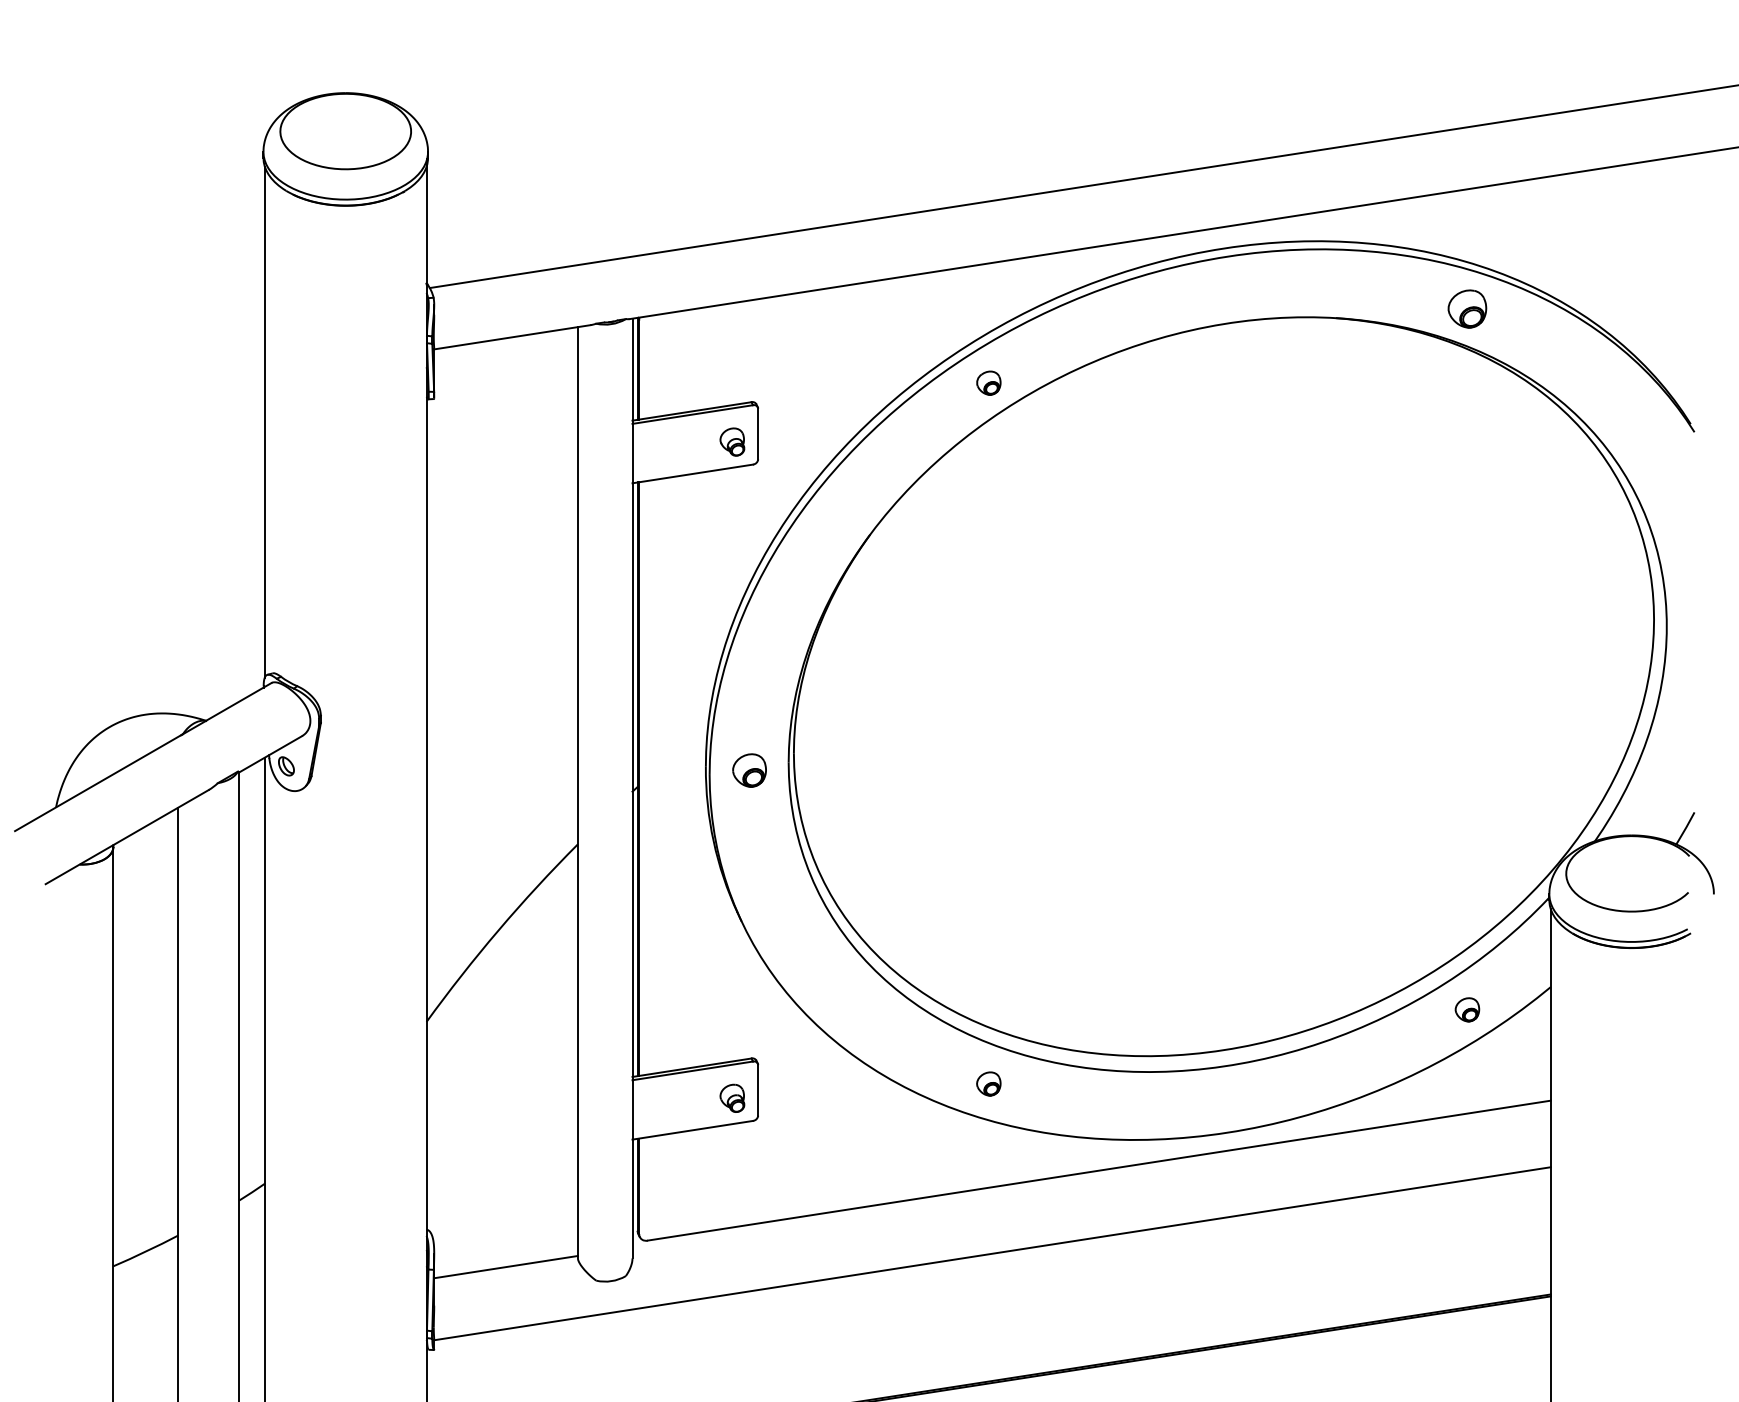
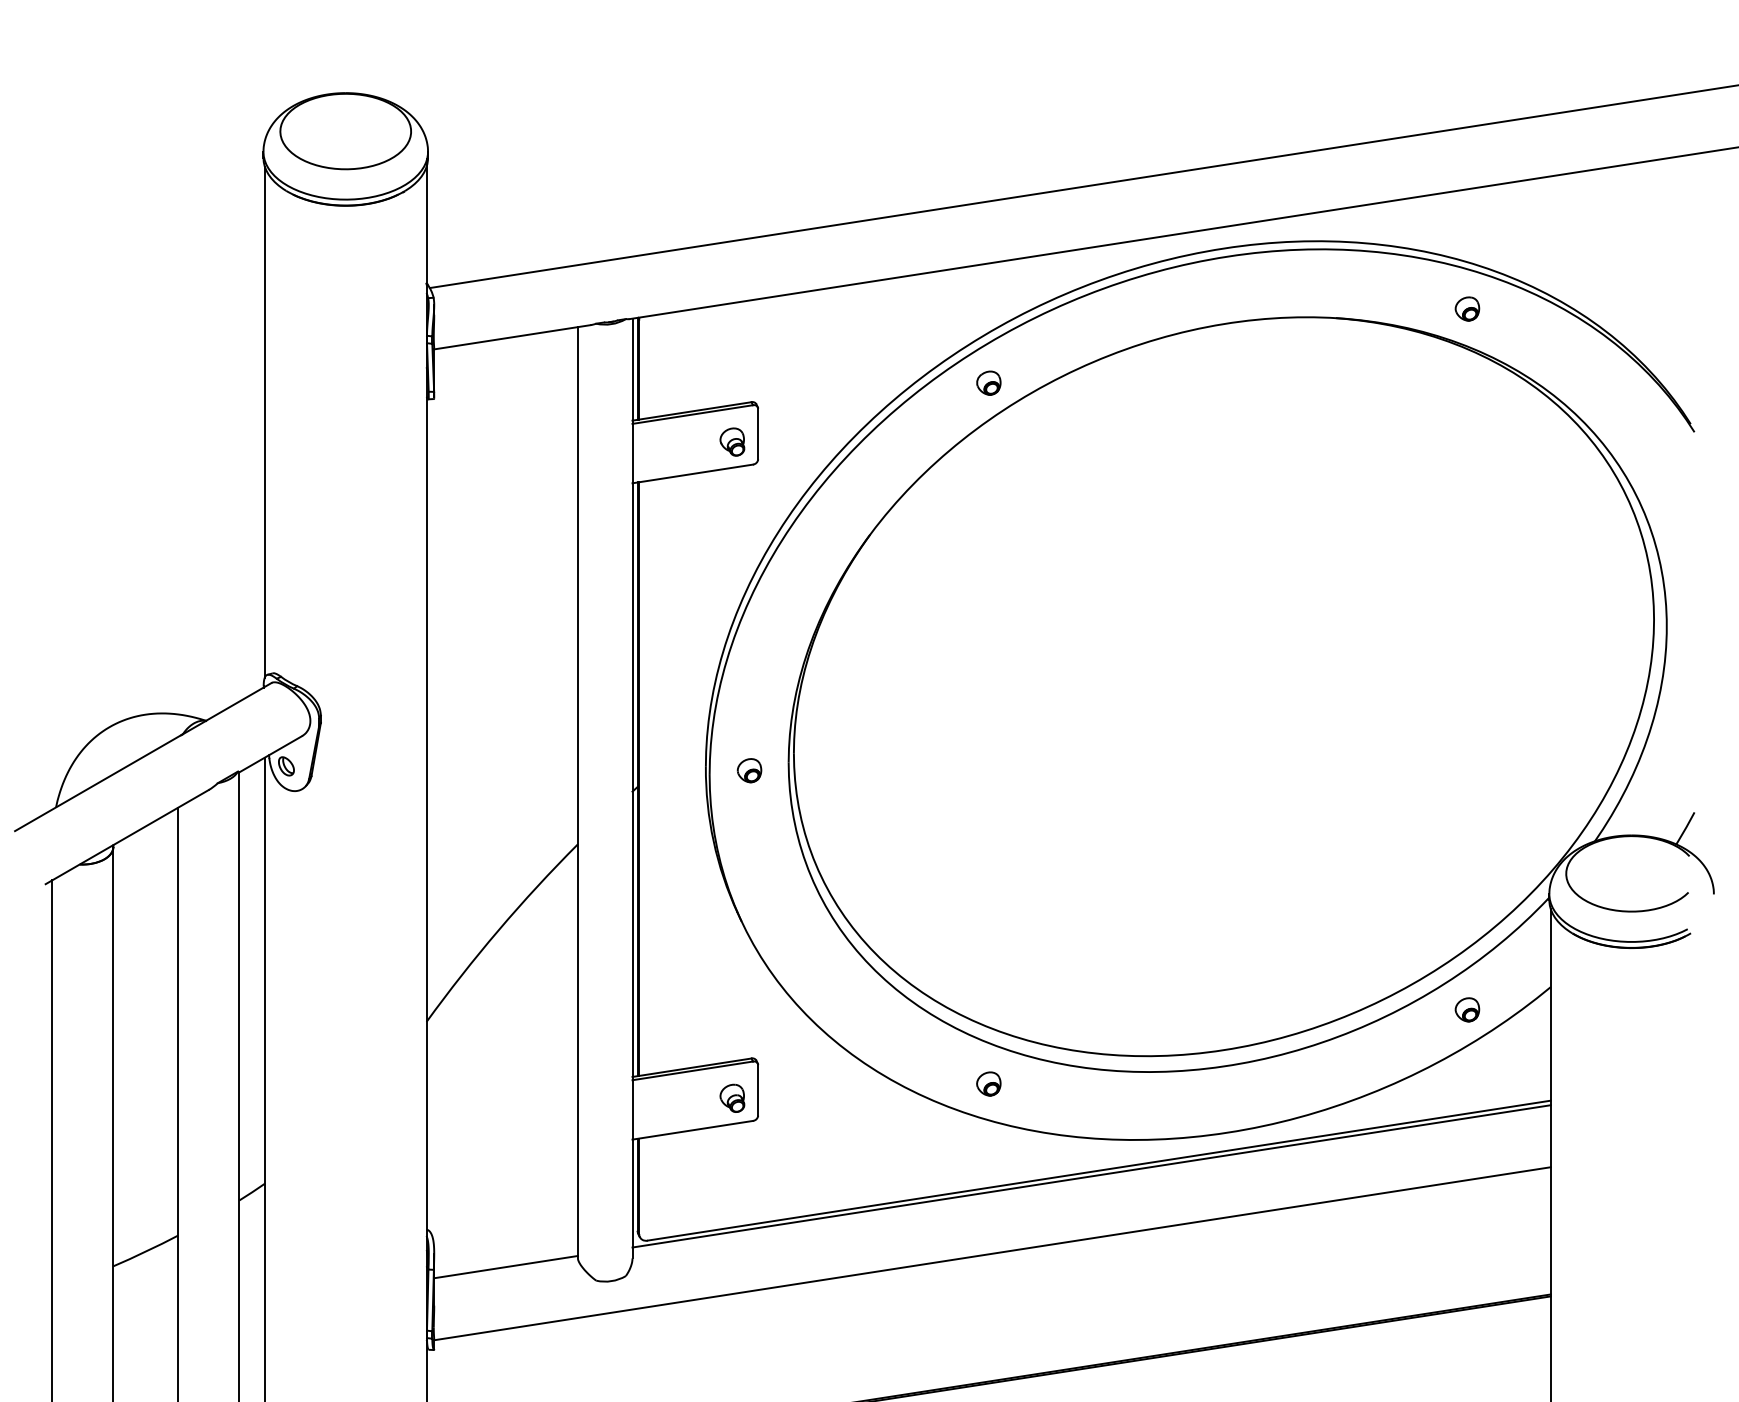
part at (1467, 308) size: 41x40 px -> 27x26 px
part at (749, 770) size: 35x35 px -> 27x26 px
line at (52, 1139): none -> present
line at (1091, 1176): none -> present
